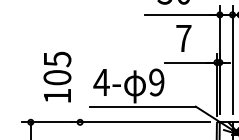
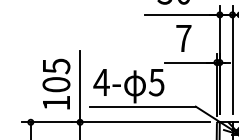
text at (57, 76) position: (57, 76) -> (56, 83)
text at (156, 82): 9 -> 5
line at (80, 93): none -> present
